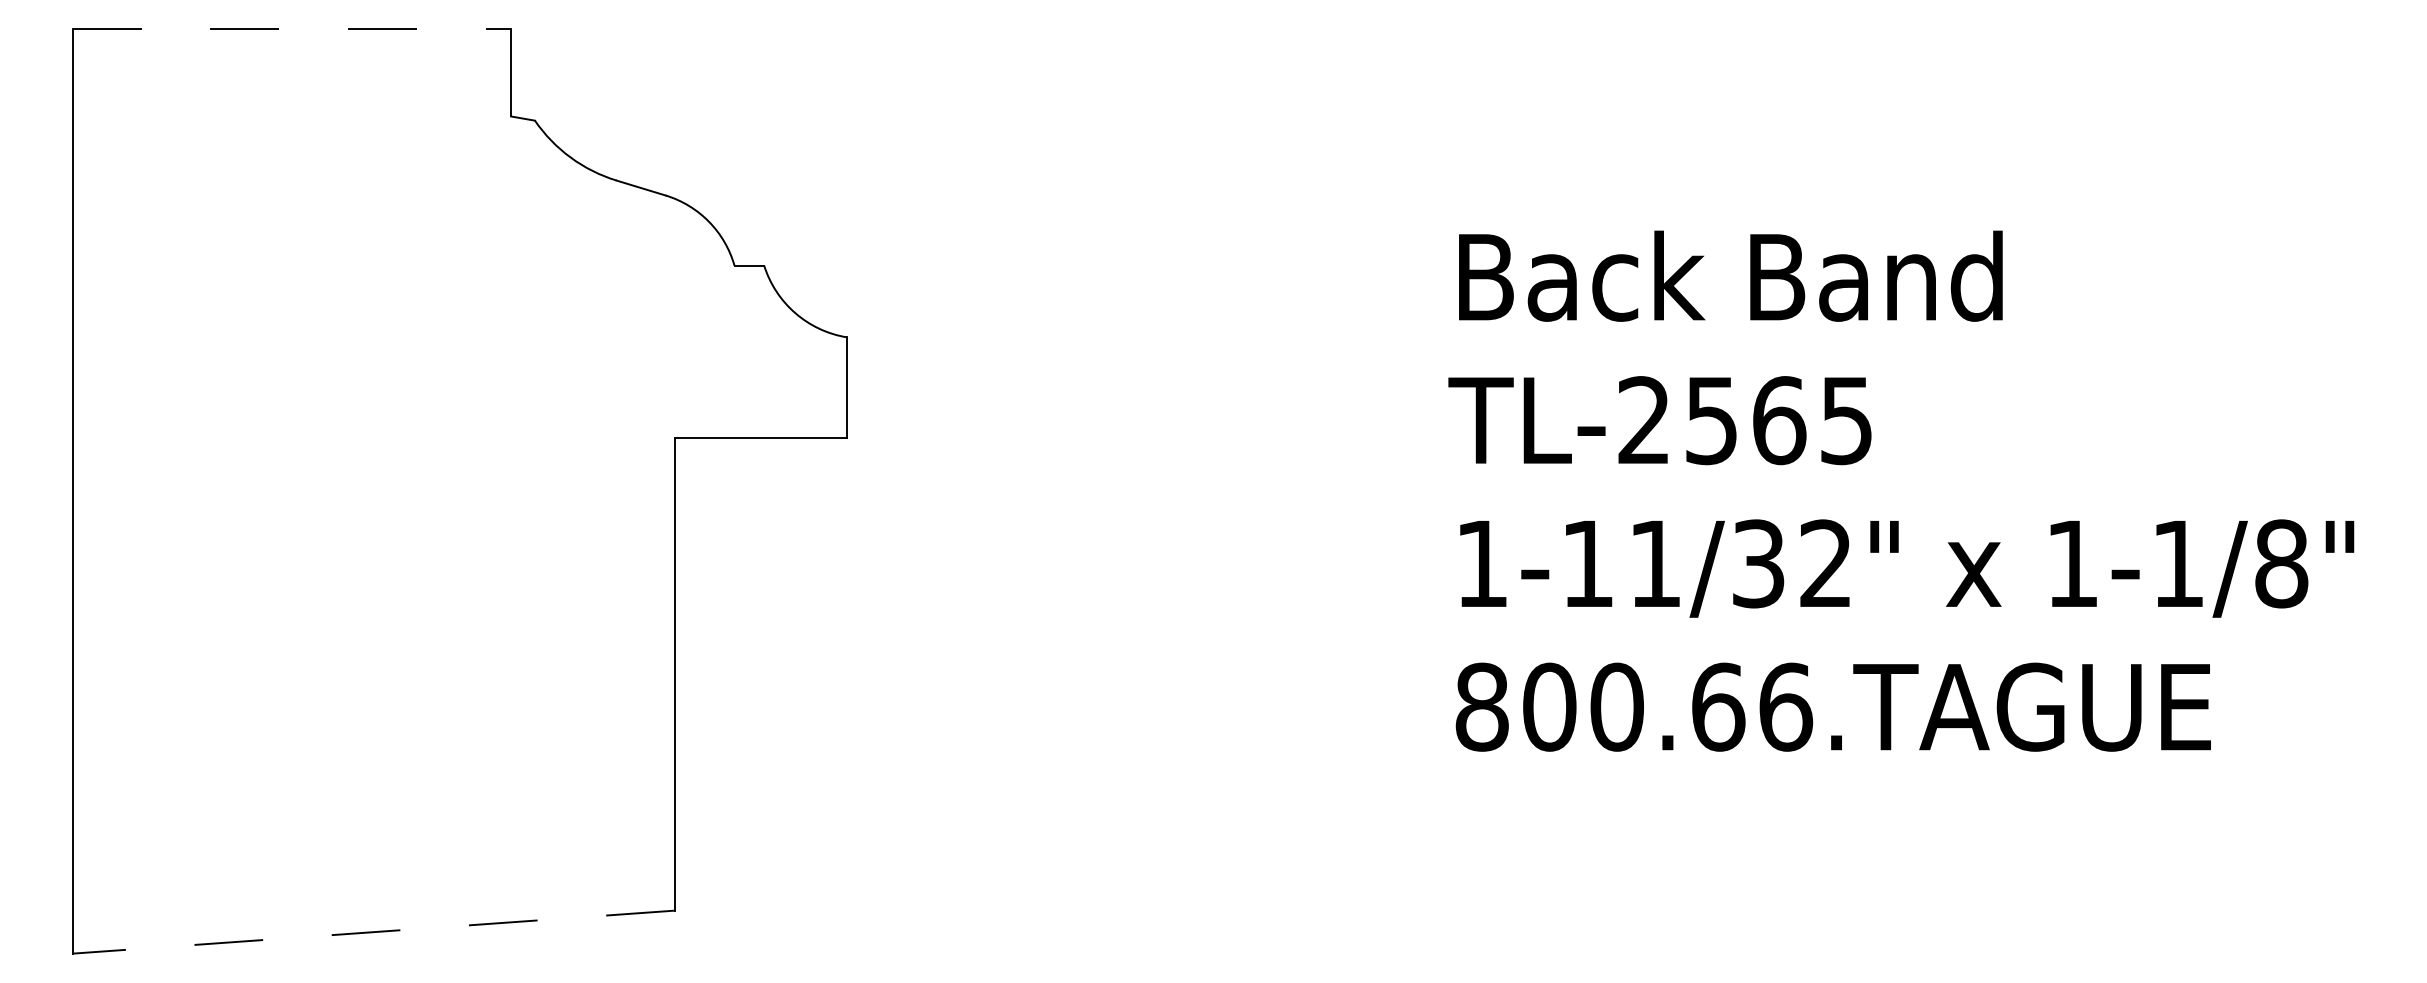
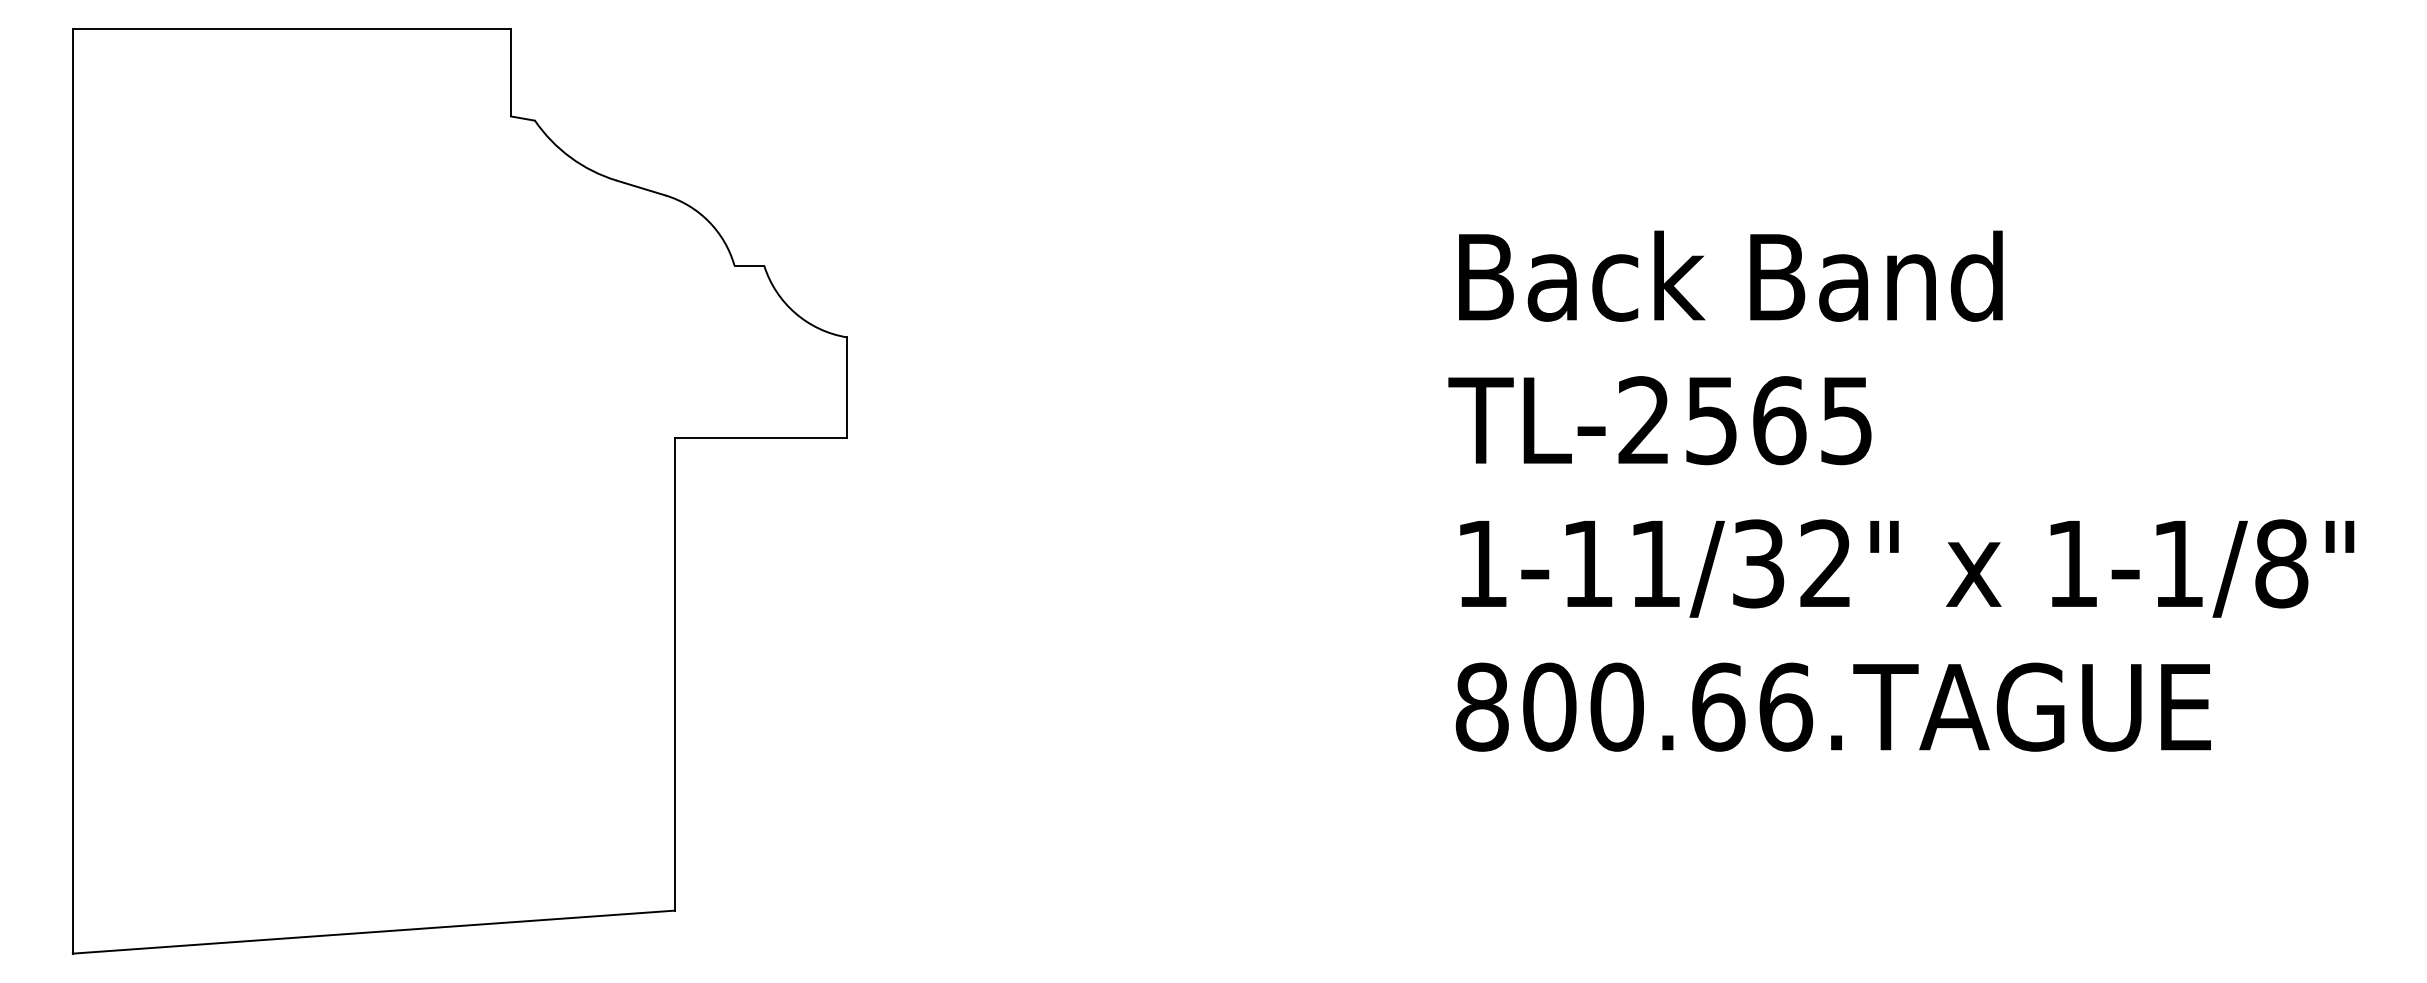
line at (292, 29): dashed -> solid
line at (373, 932): dashed -> solid
